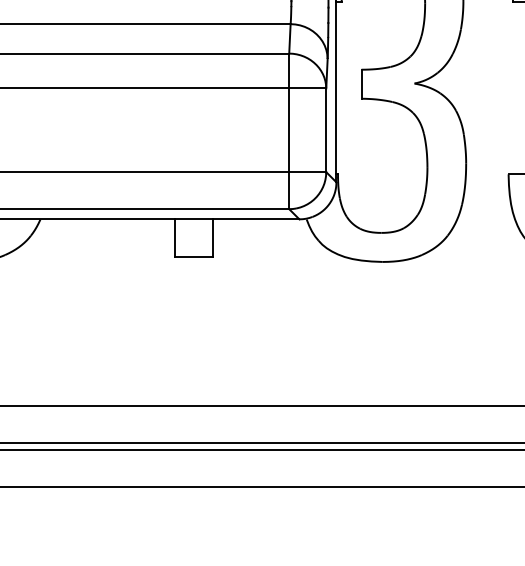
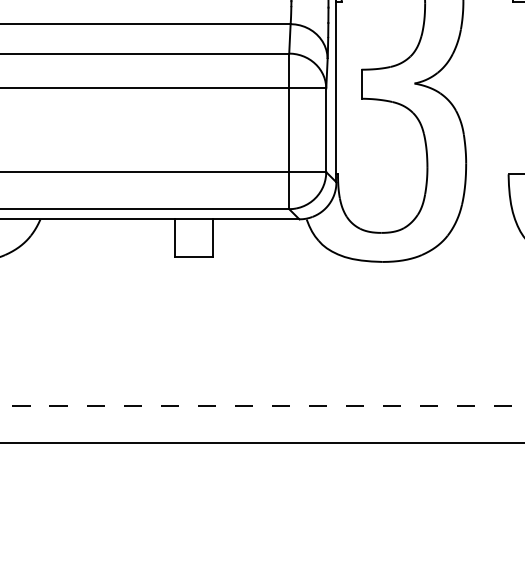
line at (262, 405): solid -> dashed
line at (261, 449): present -> none
line at (261, 486): present -> none
